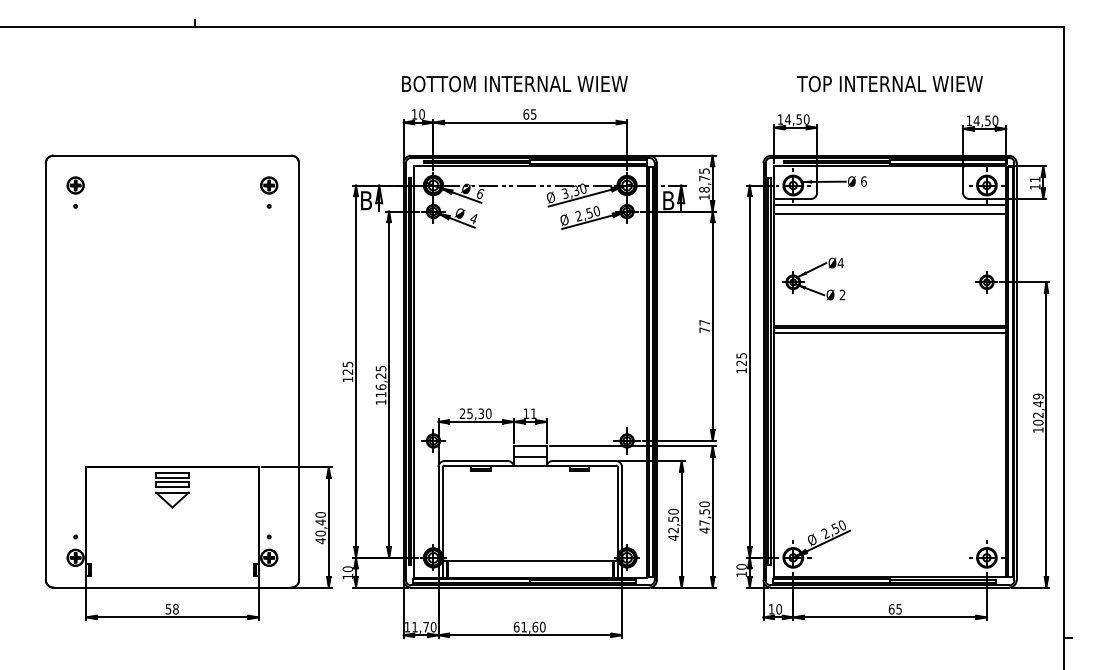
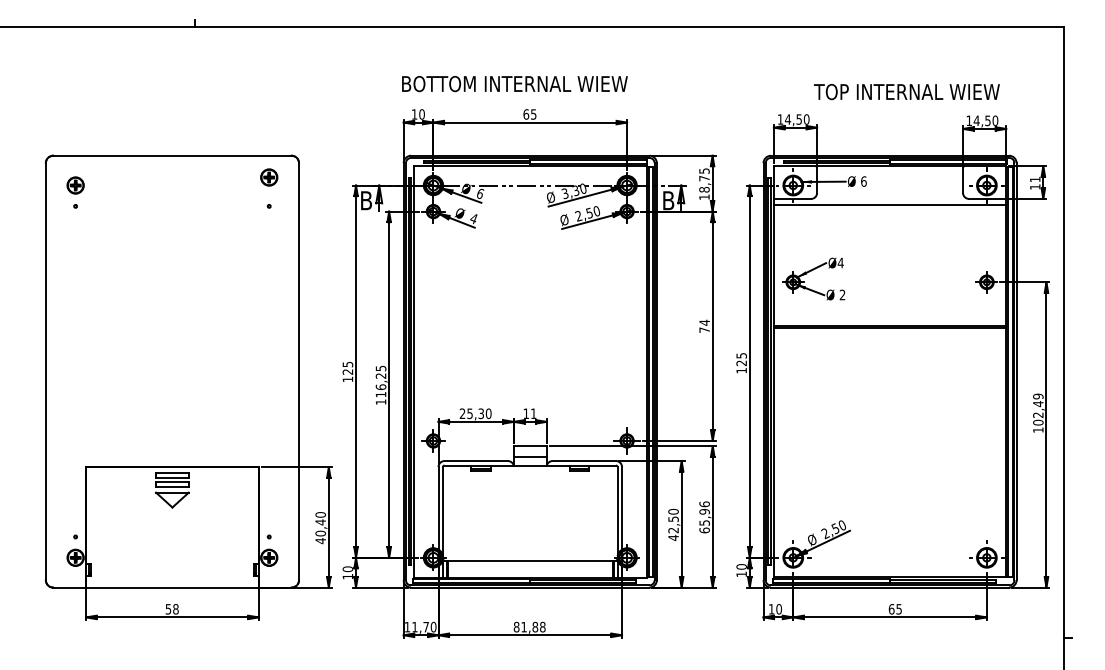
text at (889, 84) position: (889, 84) -> (906, 92)
part at (269, 185) position: (269, 185) -> (269, 177)
line at (889, 213): present -> none
text at (704, 322): 77 -> 74
line at (889, 332): present -> none
text at (704, 517): 47,50 -> 65,96
text at (529, 626): 61,60 -> 81,88
